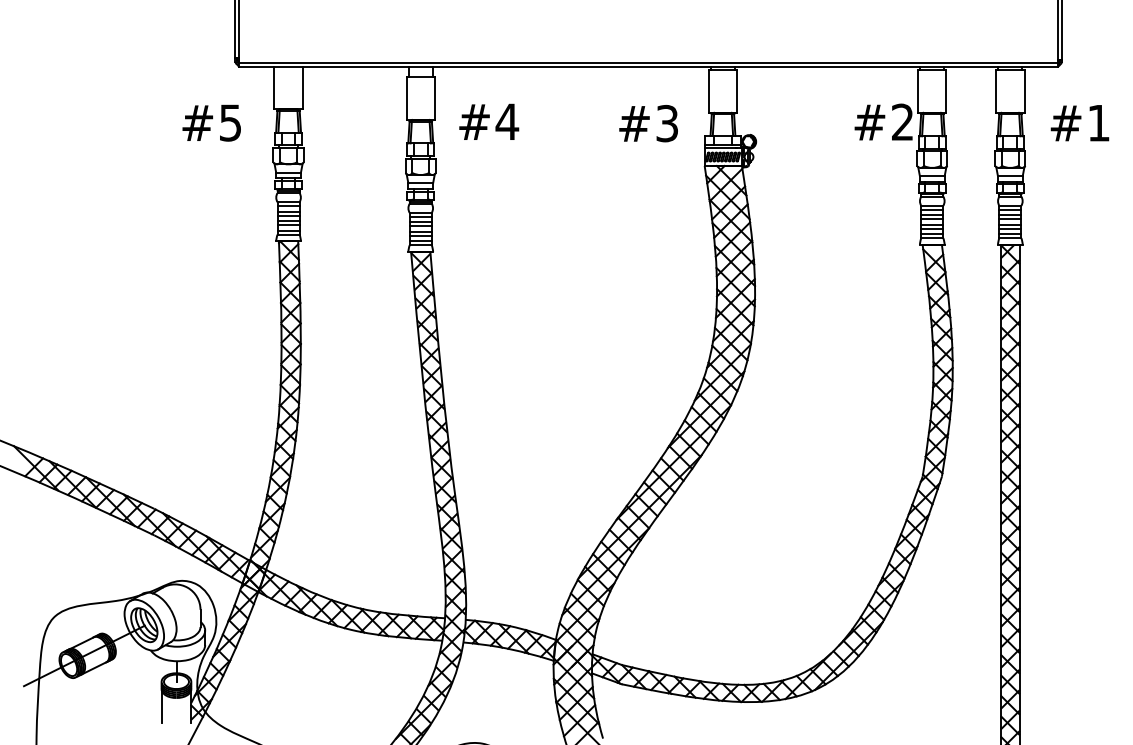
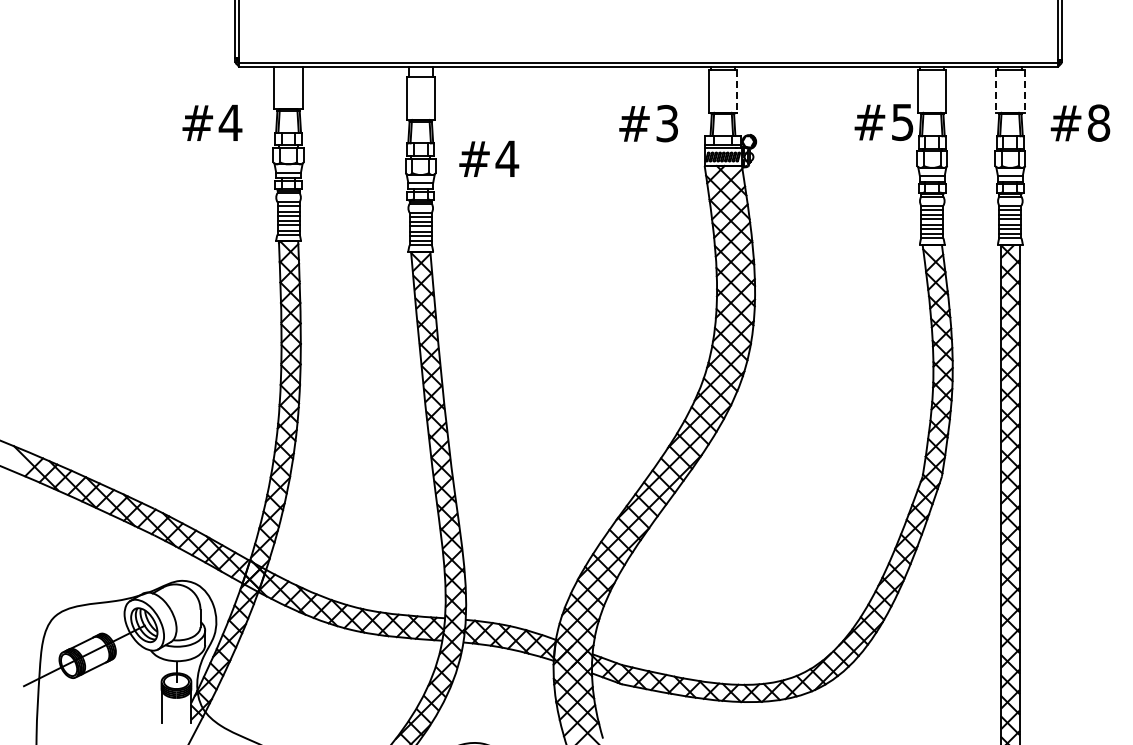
line at (737, 92): solid -> dashed
line at (996, 92): solid -> dashed
line at (1024, 92): solid -> dashed
text at (489, 121) position: (489, 121) -> (489, 158)
text at (230, 122): #5 -> #4
text at (902, 122): #2 -> #5
text at (1098, 122): #1 -> #8
